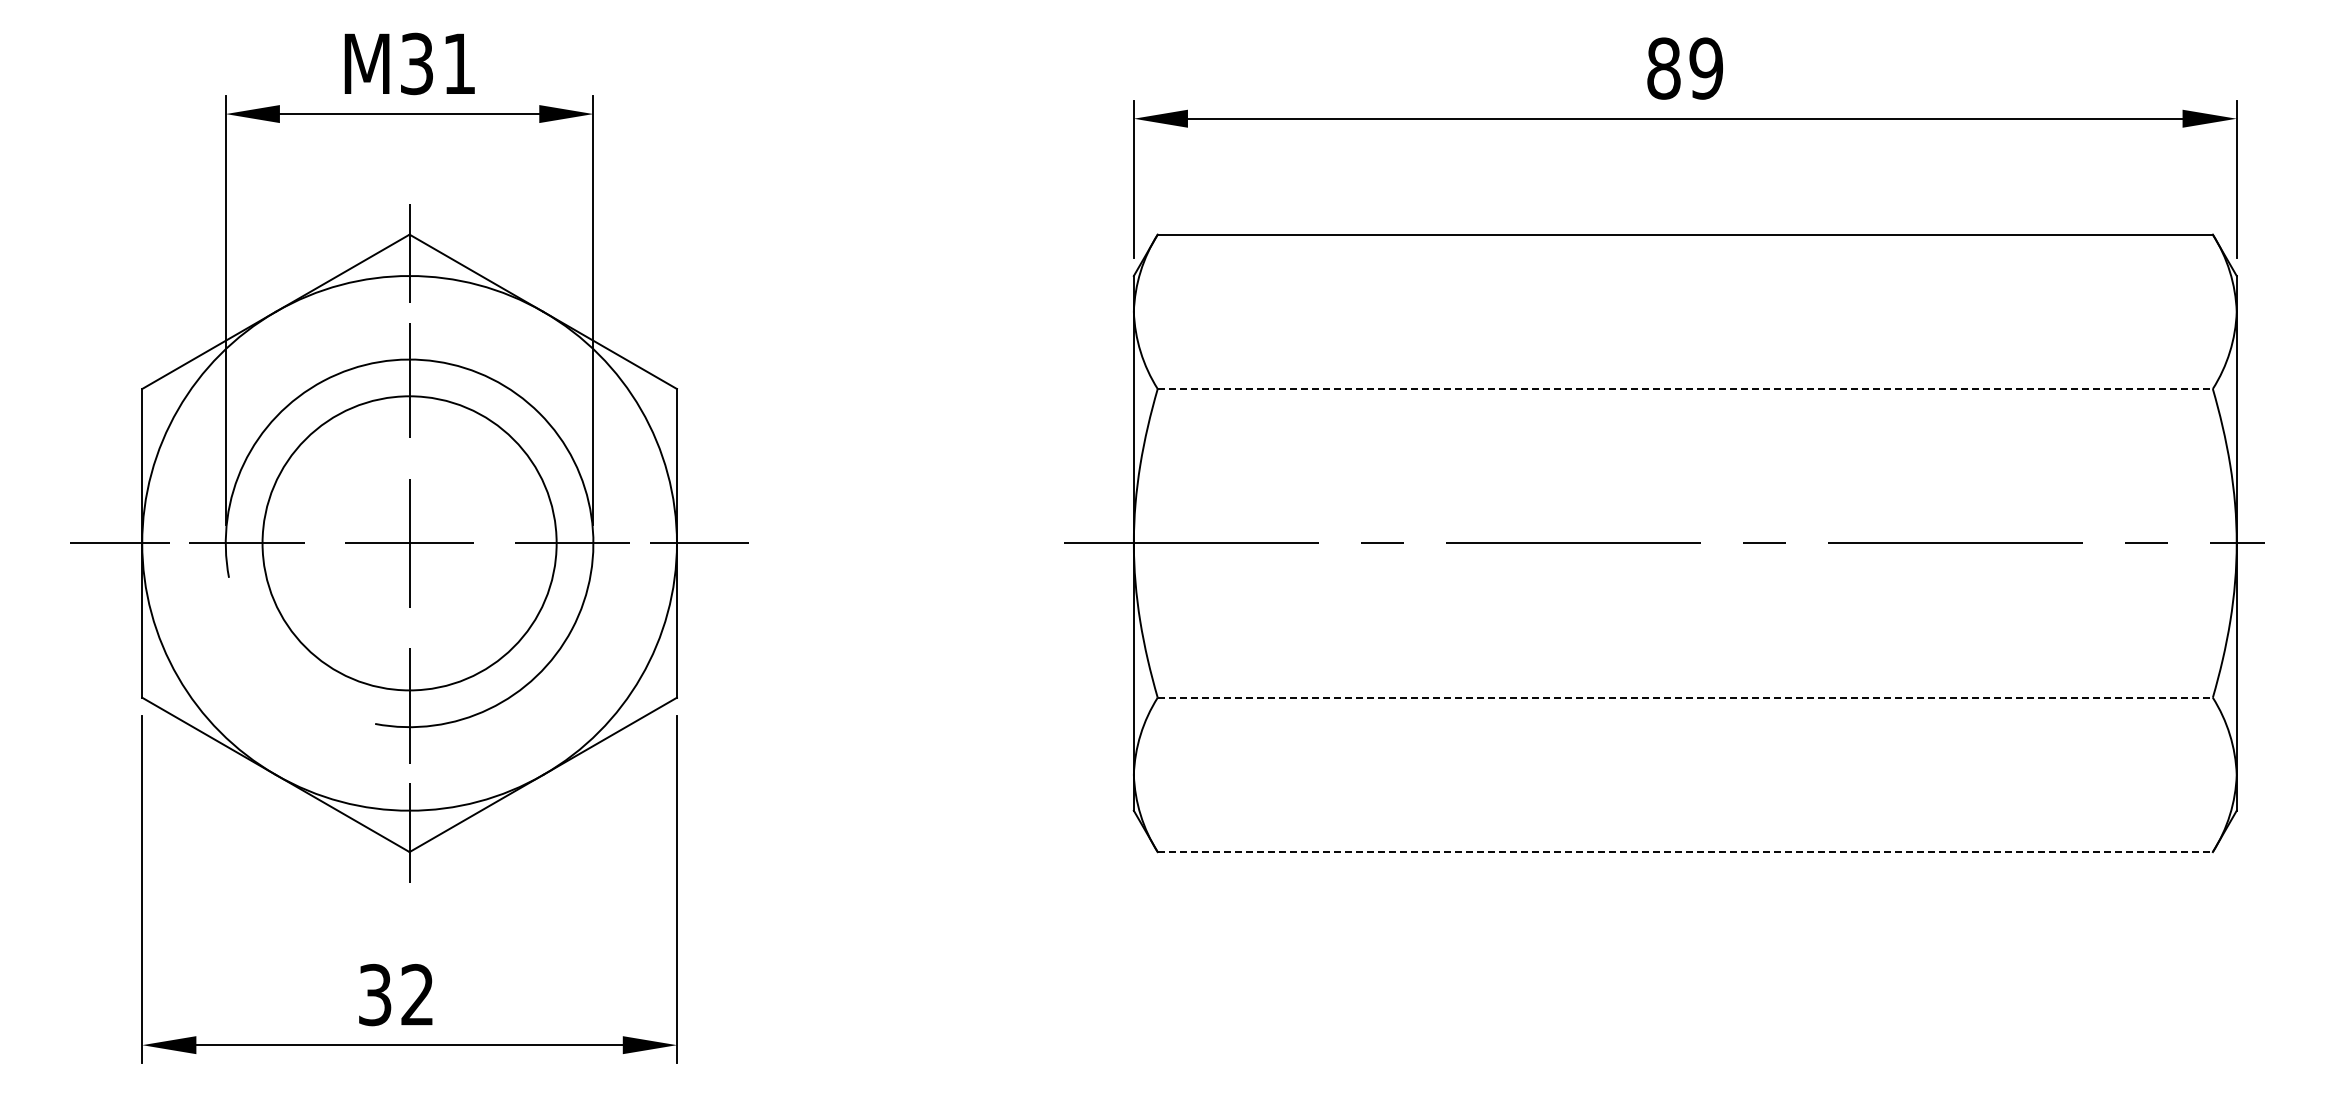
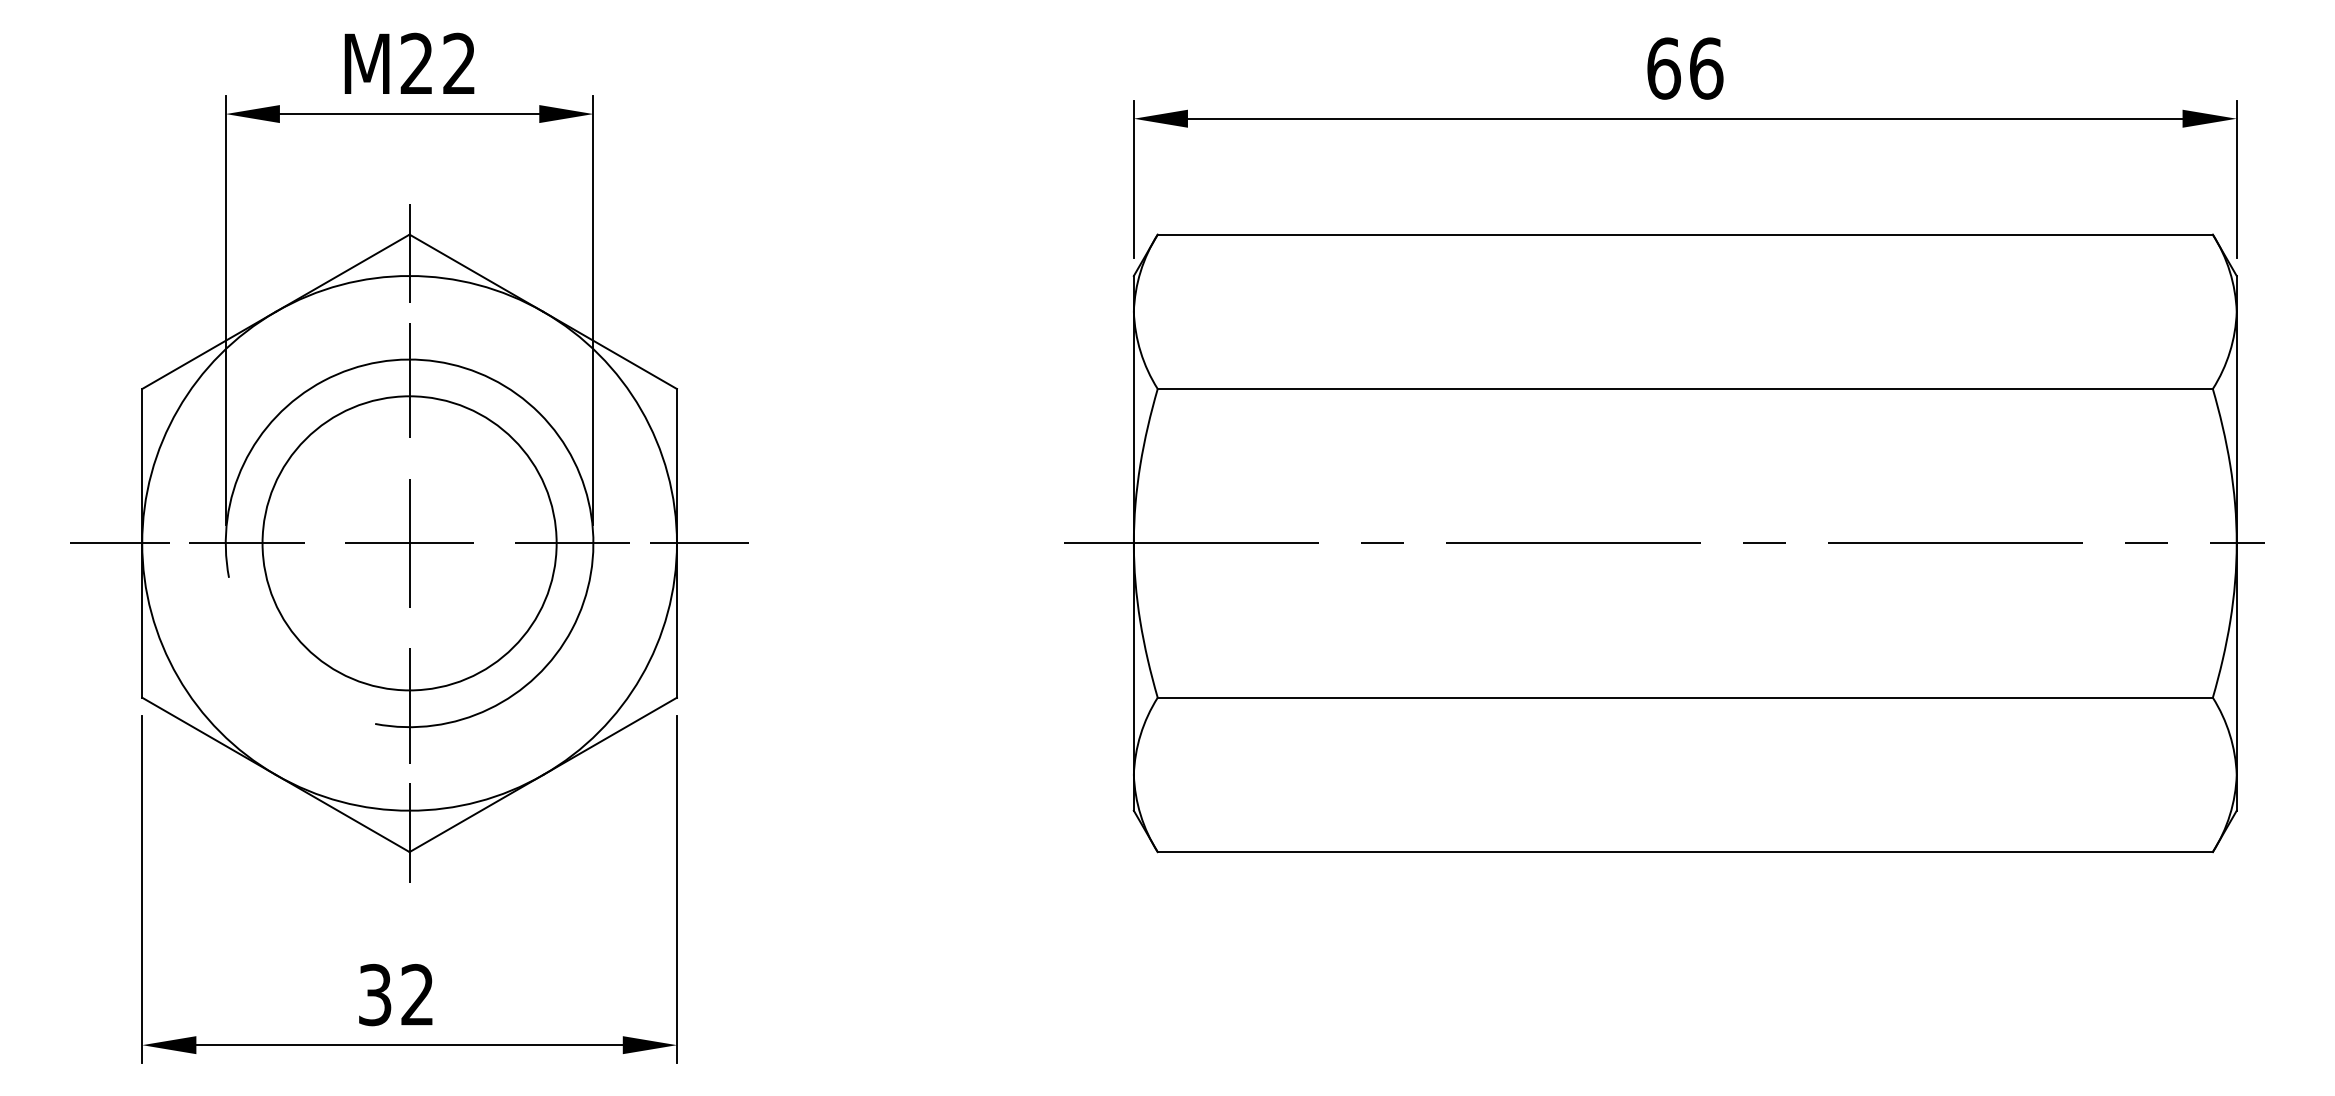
text at (437, 63): M31 -> M22
text at (1685, 68): 89 -> 66
line at (1685, 389): dashed -> solid
line at (1685, 697): dashed -> solid
line at (1685, 852): dashed -> solid
